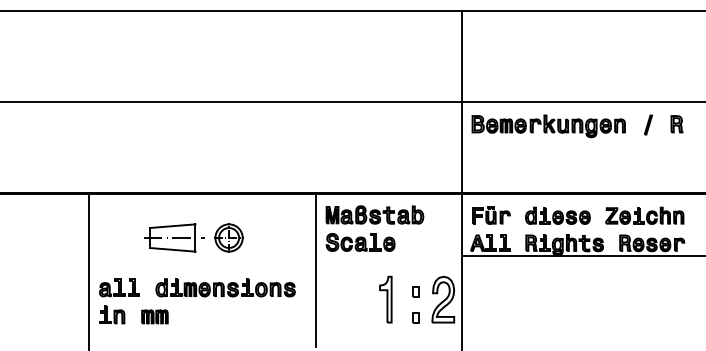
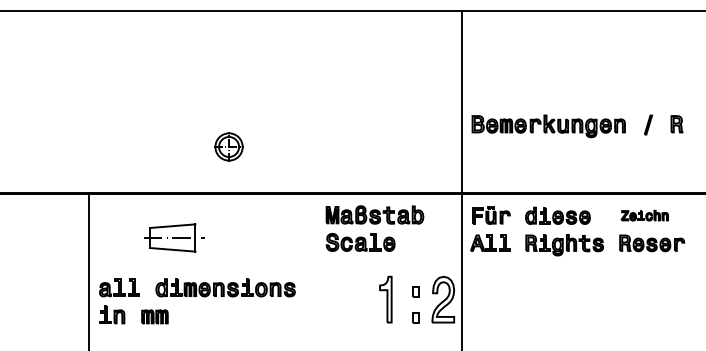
line at (352, 101): present -> none
part at (644, 215) size: 80x19 px -> 49x13 px
part at (228, 237) position: (228, 237) -> (228, 146)
line at (581, 256): present -> none
line at (316, 269): present -> none
